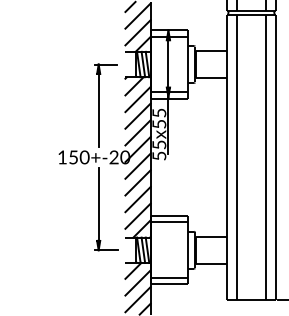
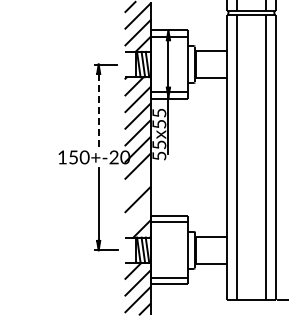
line at (98, 110): solid -> dashed
line at (137, 182): present -> none
line at (137, 215): present -> none
